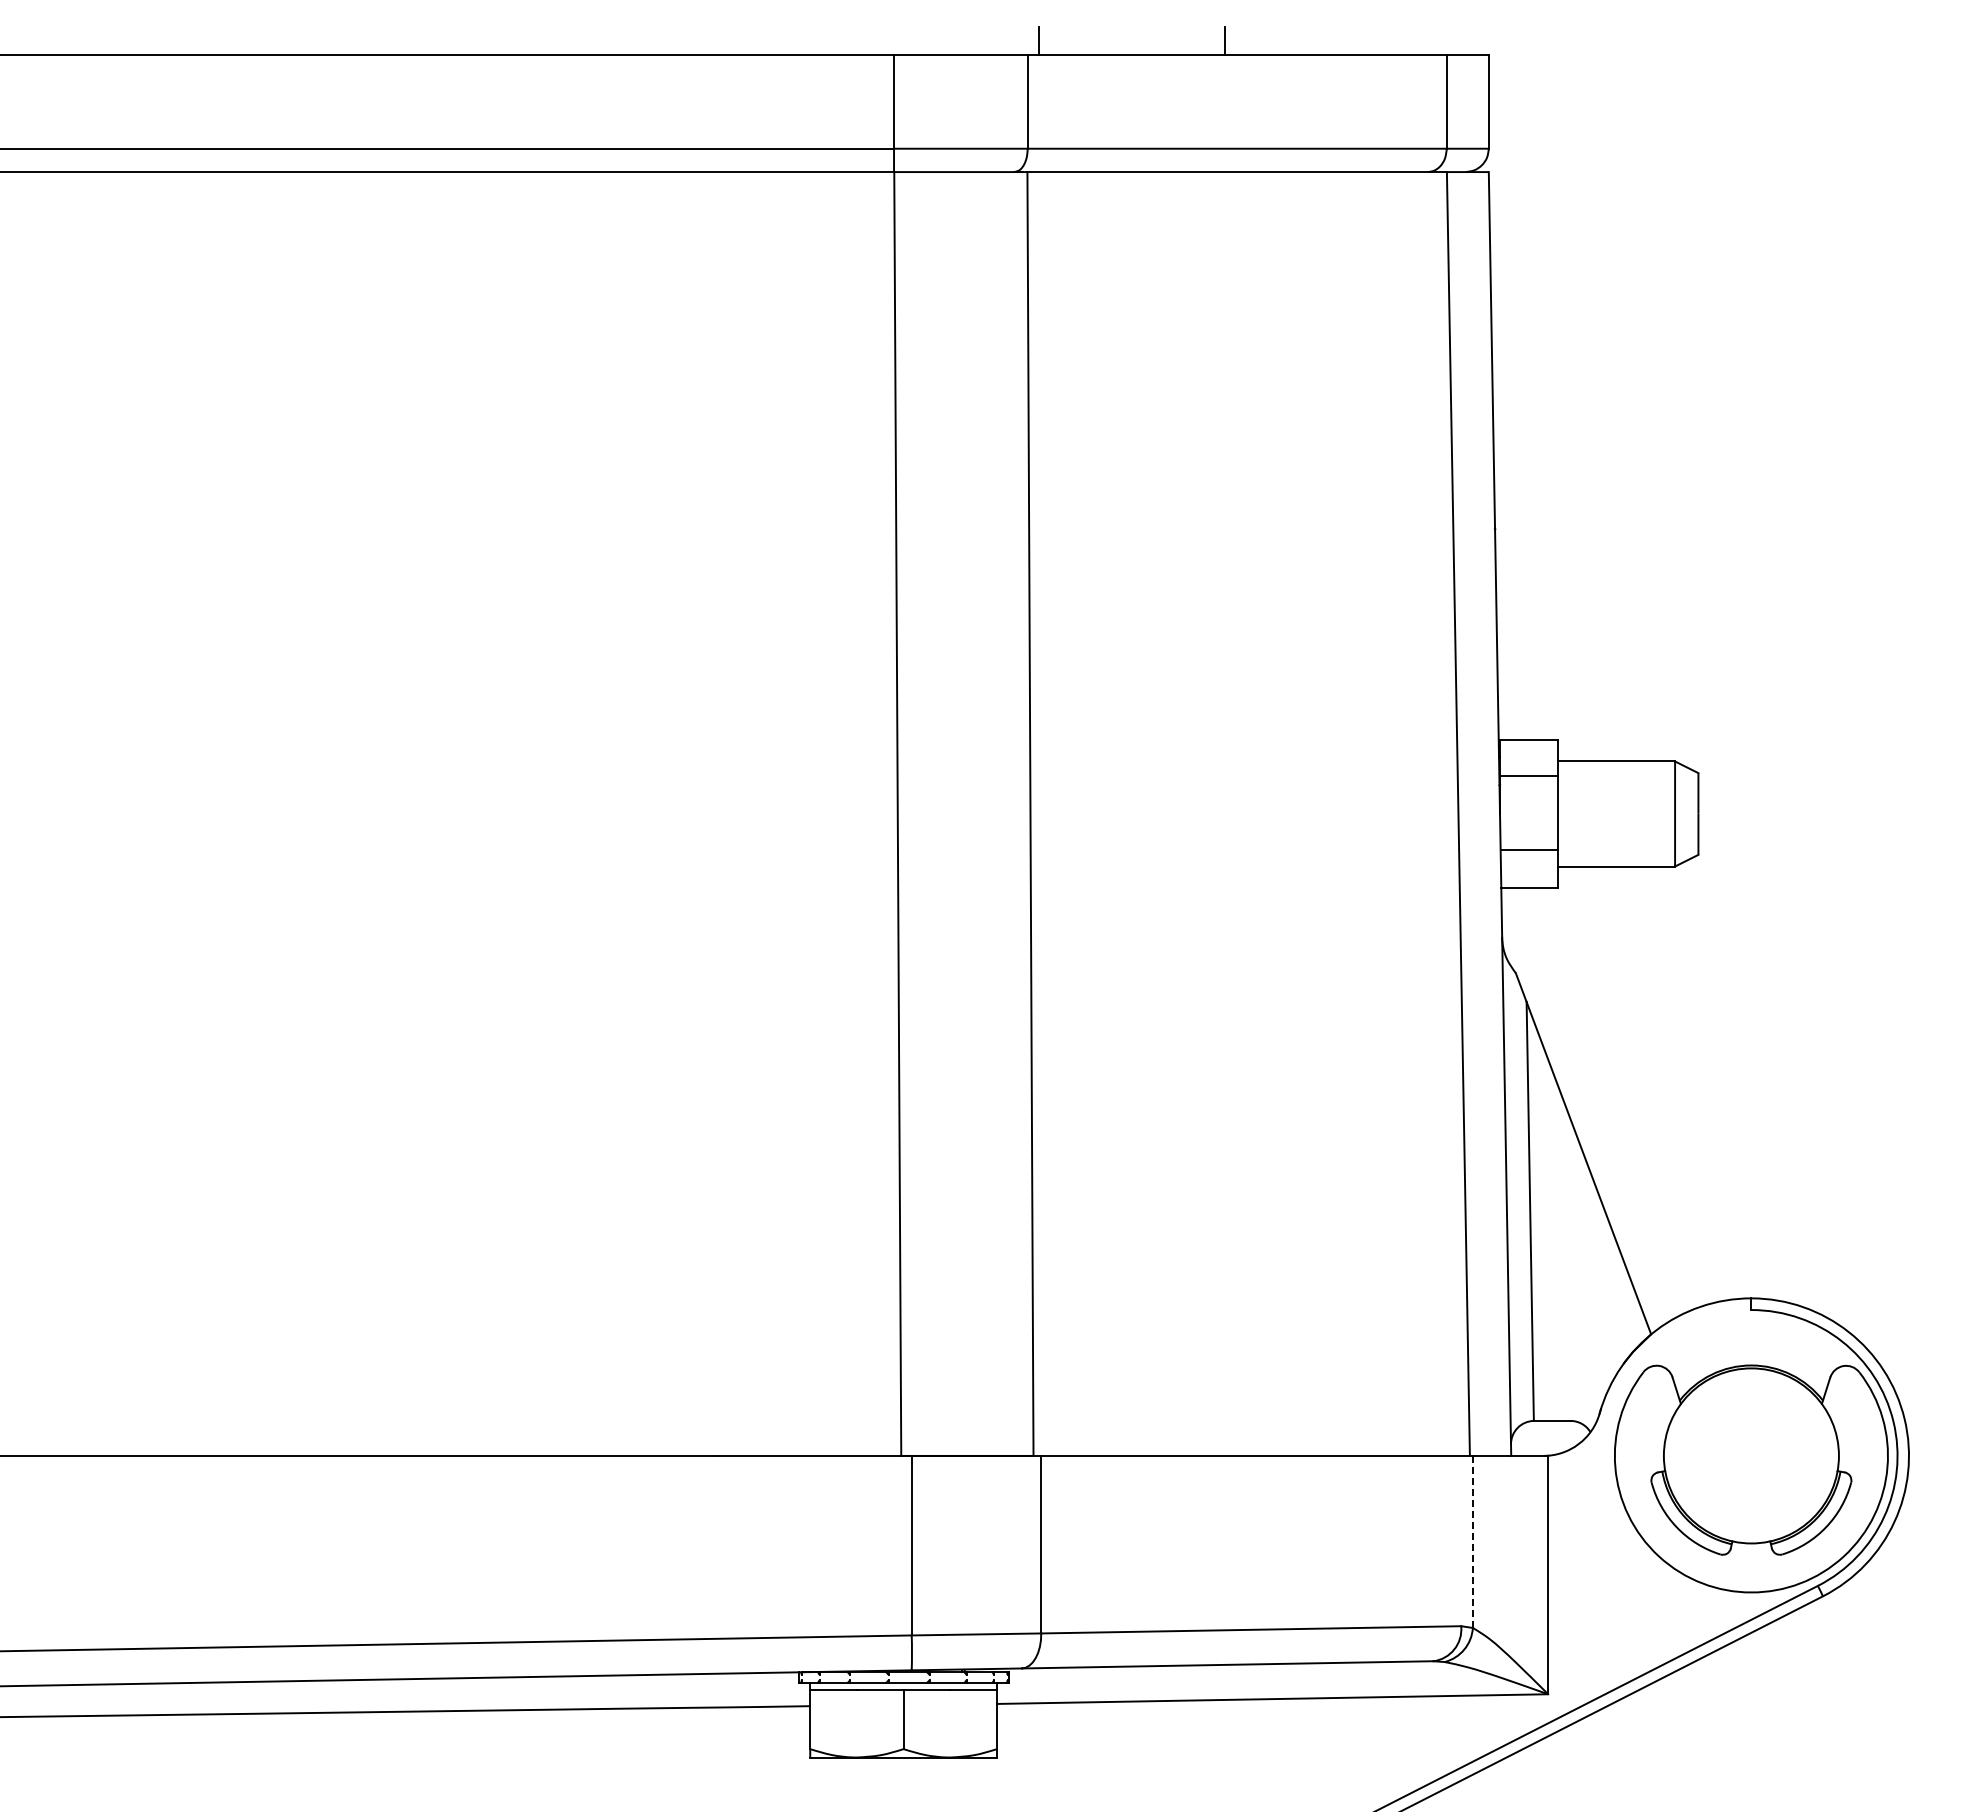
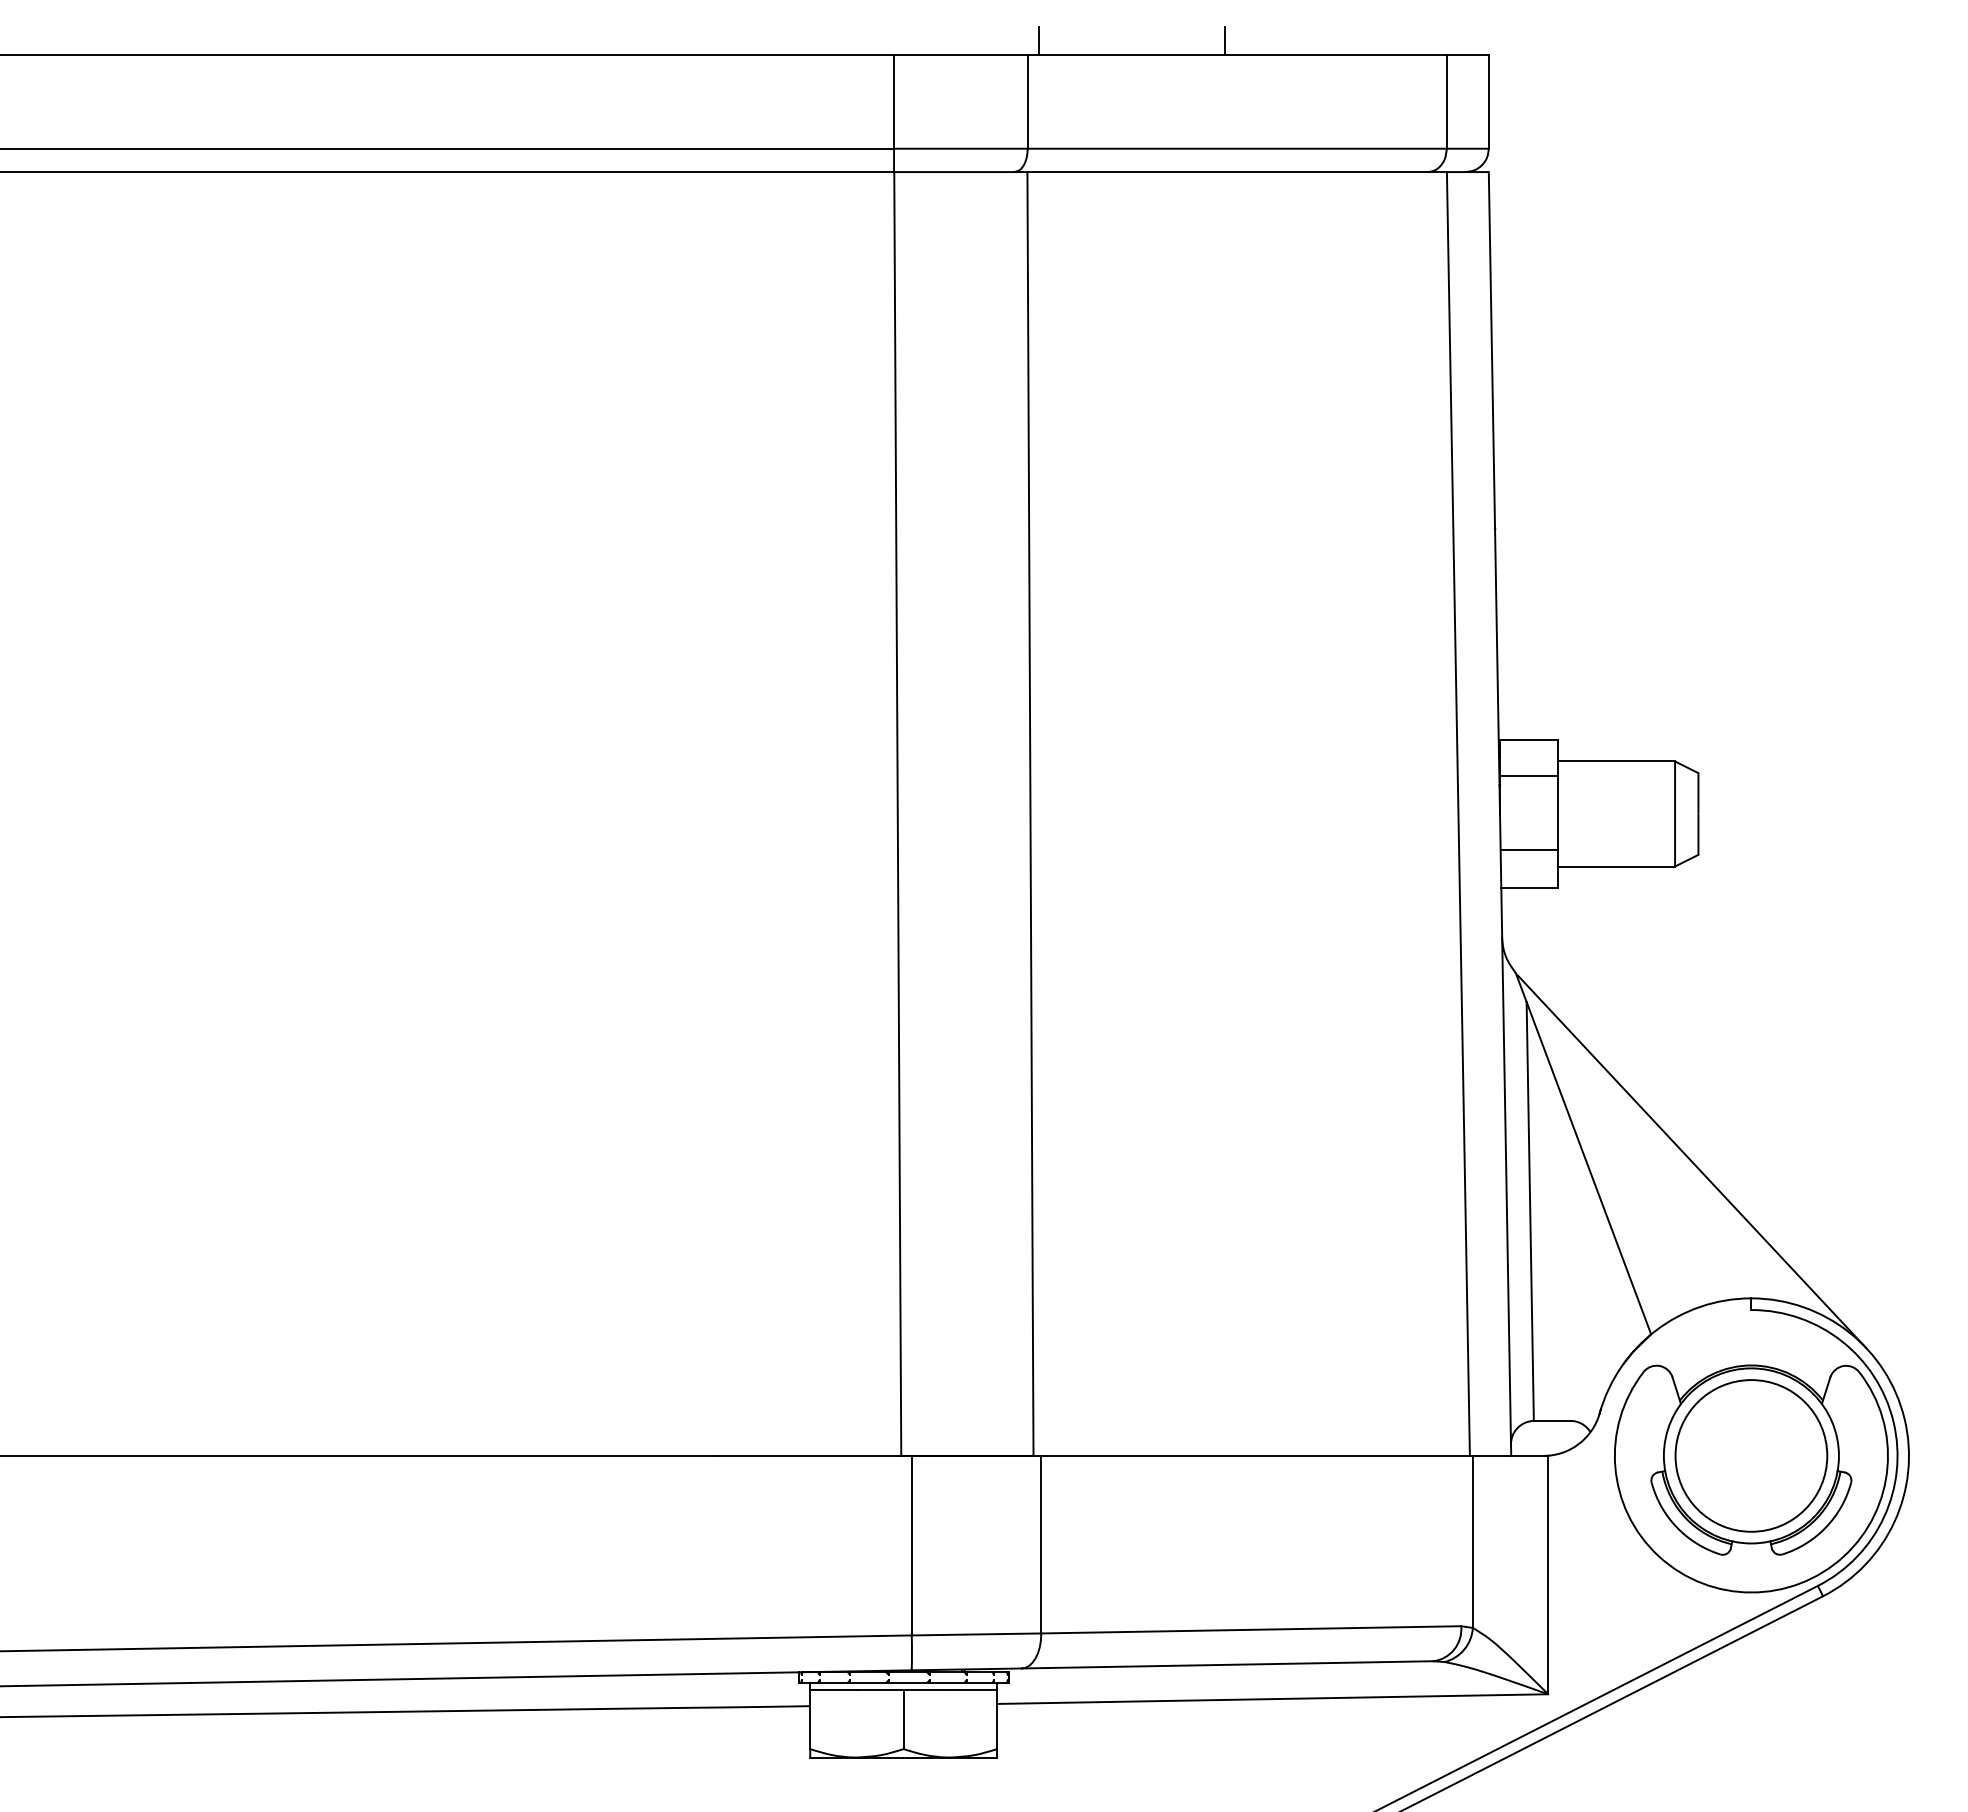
line at (1691, 1161): none -> present
circle at (1751, 1455): none -> present
line at (1472, 1541): dashed -> solid
